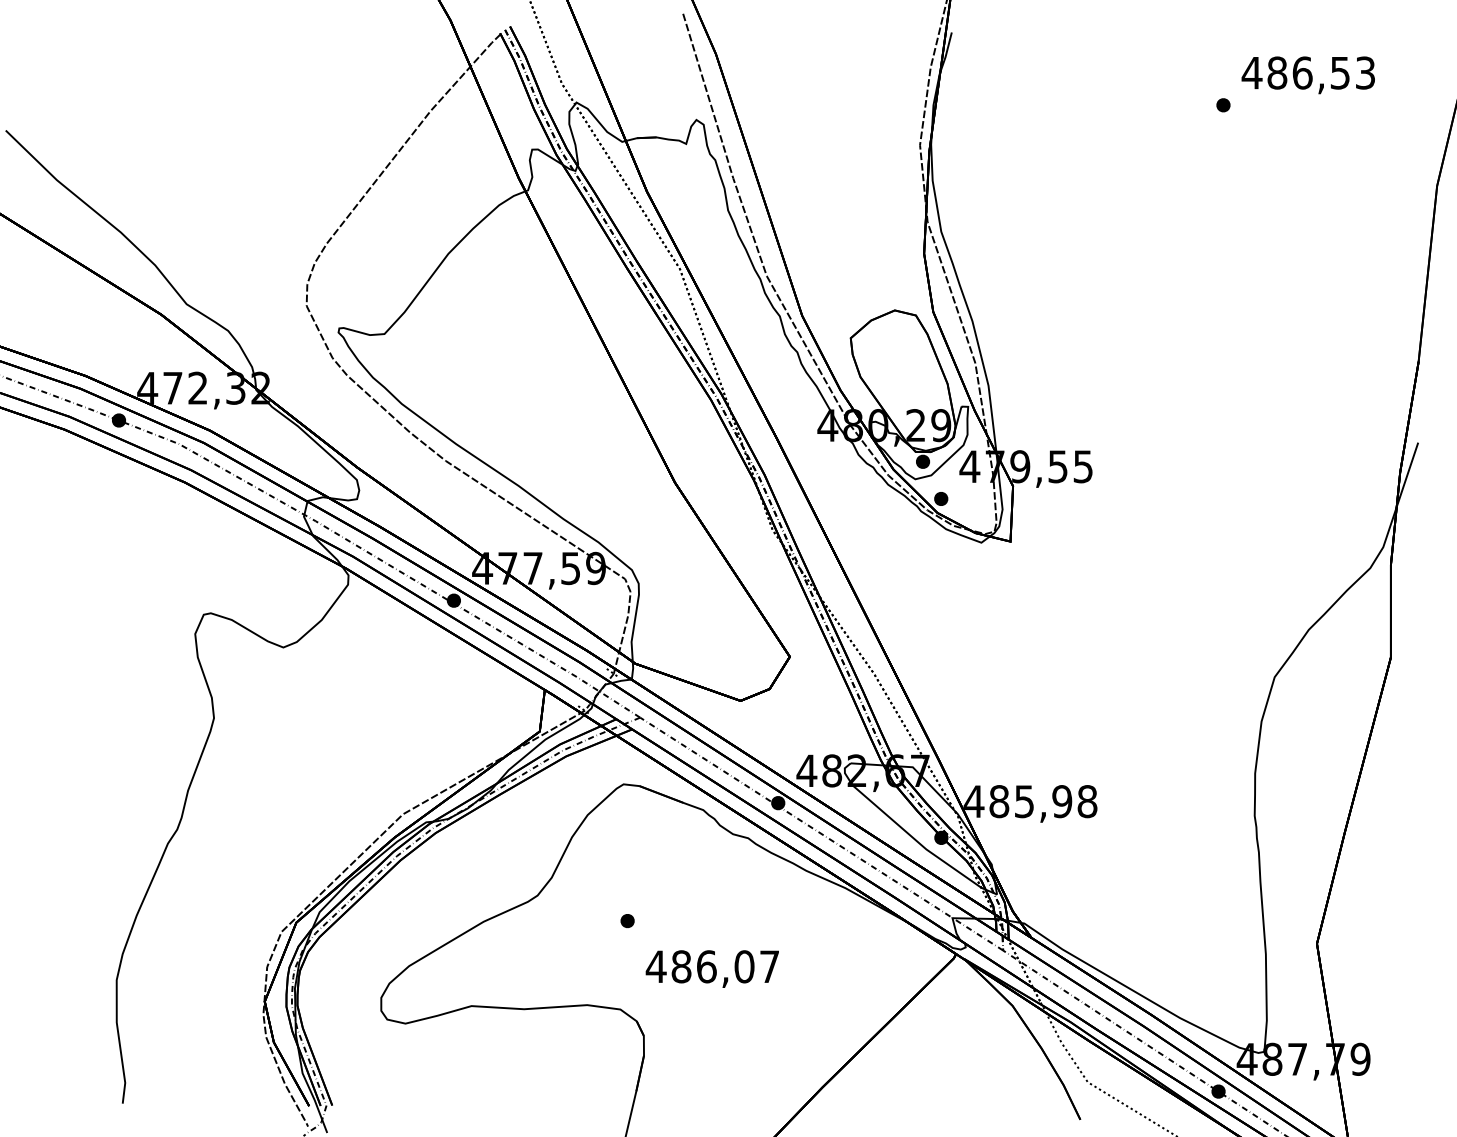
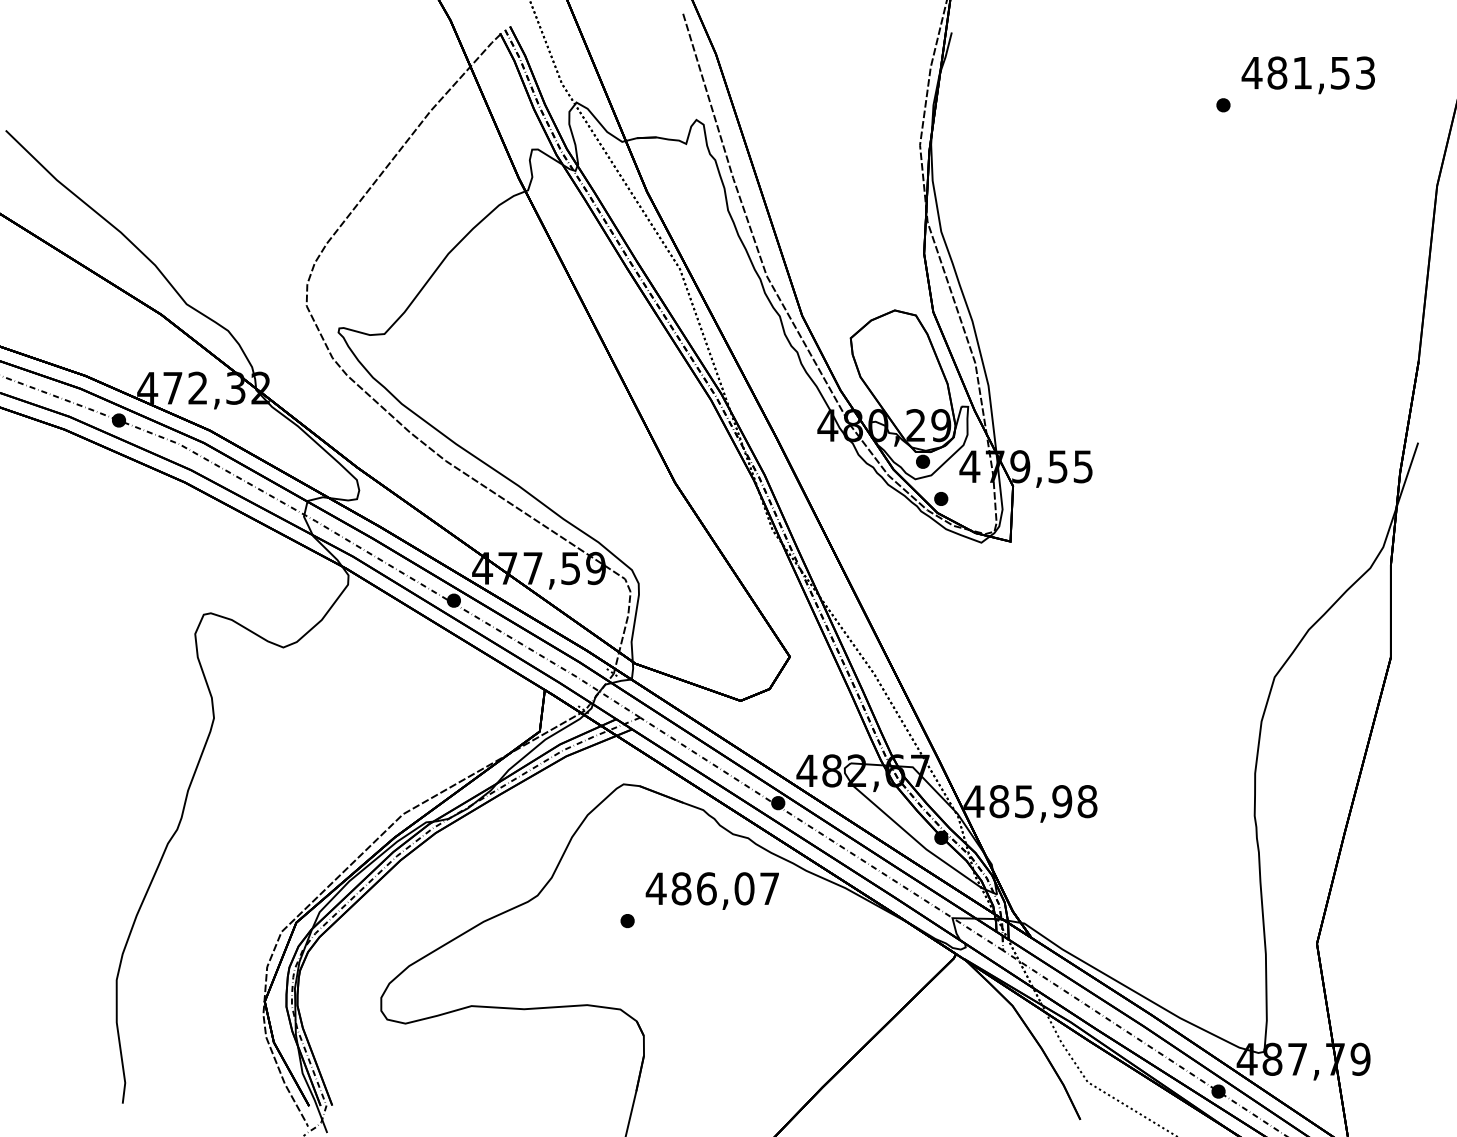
text at (1302, 72): 486,53 -> 481,53
text at (711, 968) position: (711, 968) -> (711, 890)
